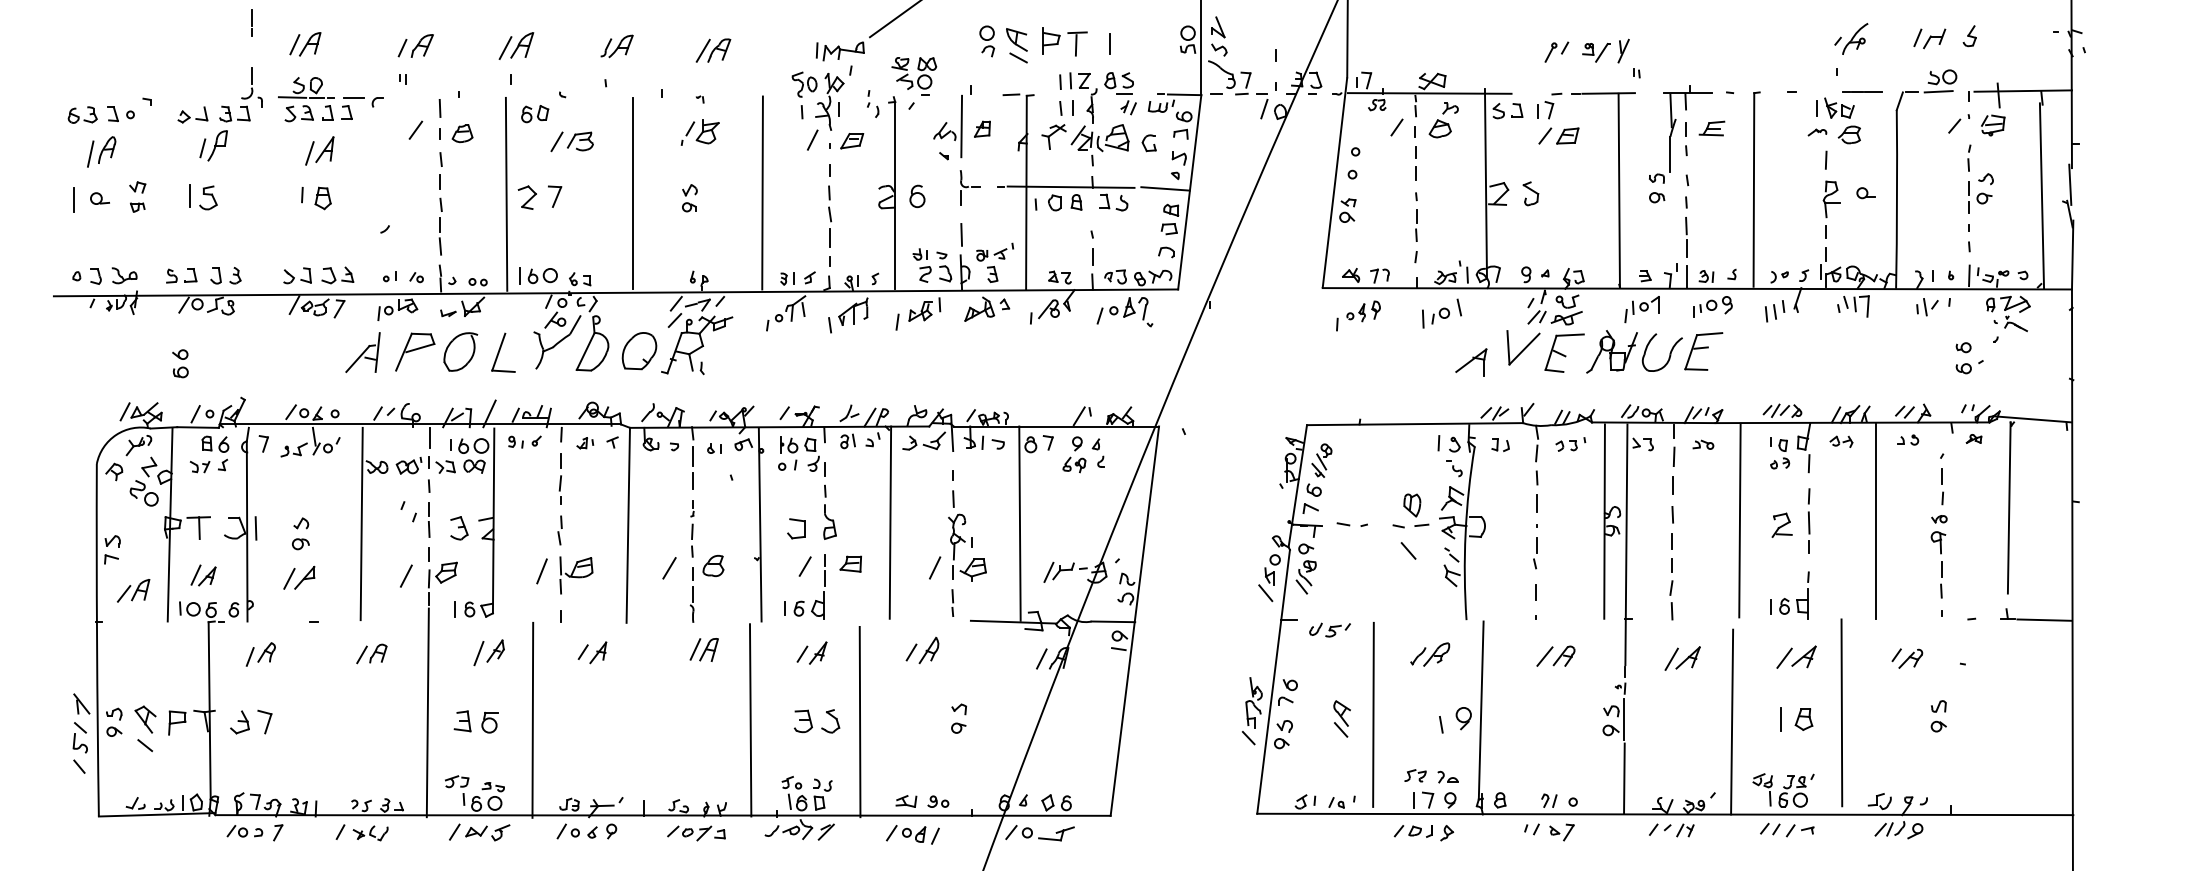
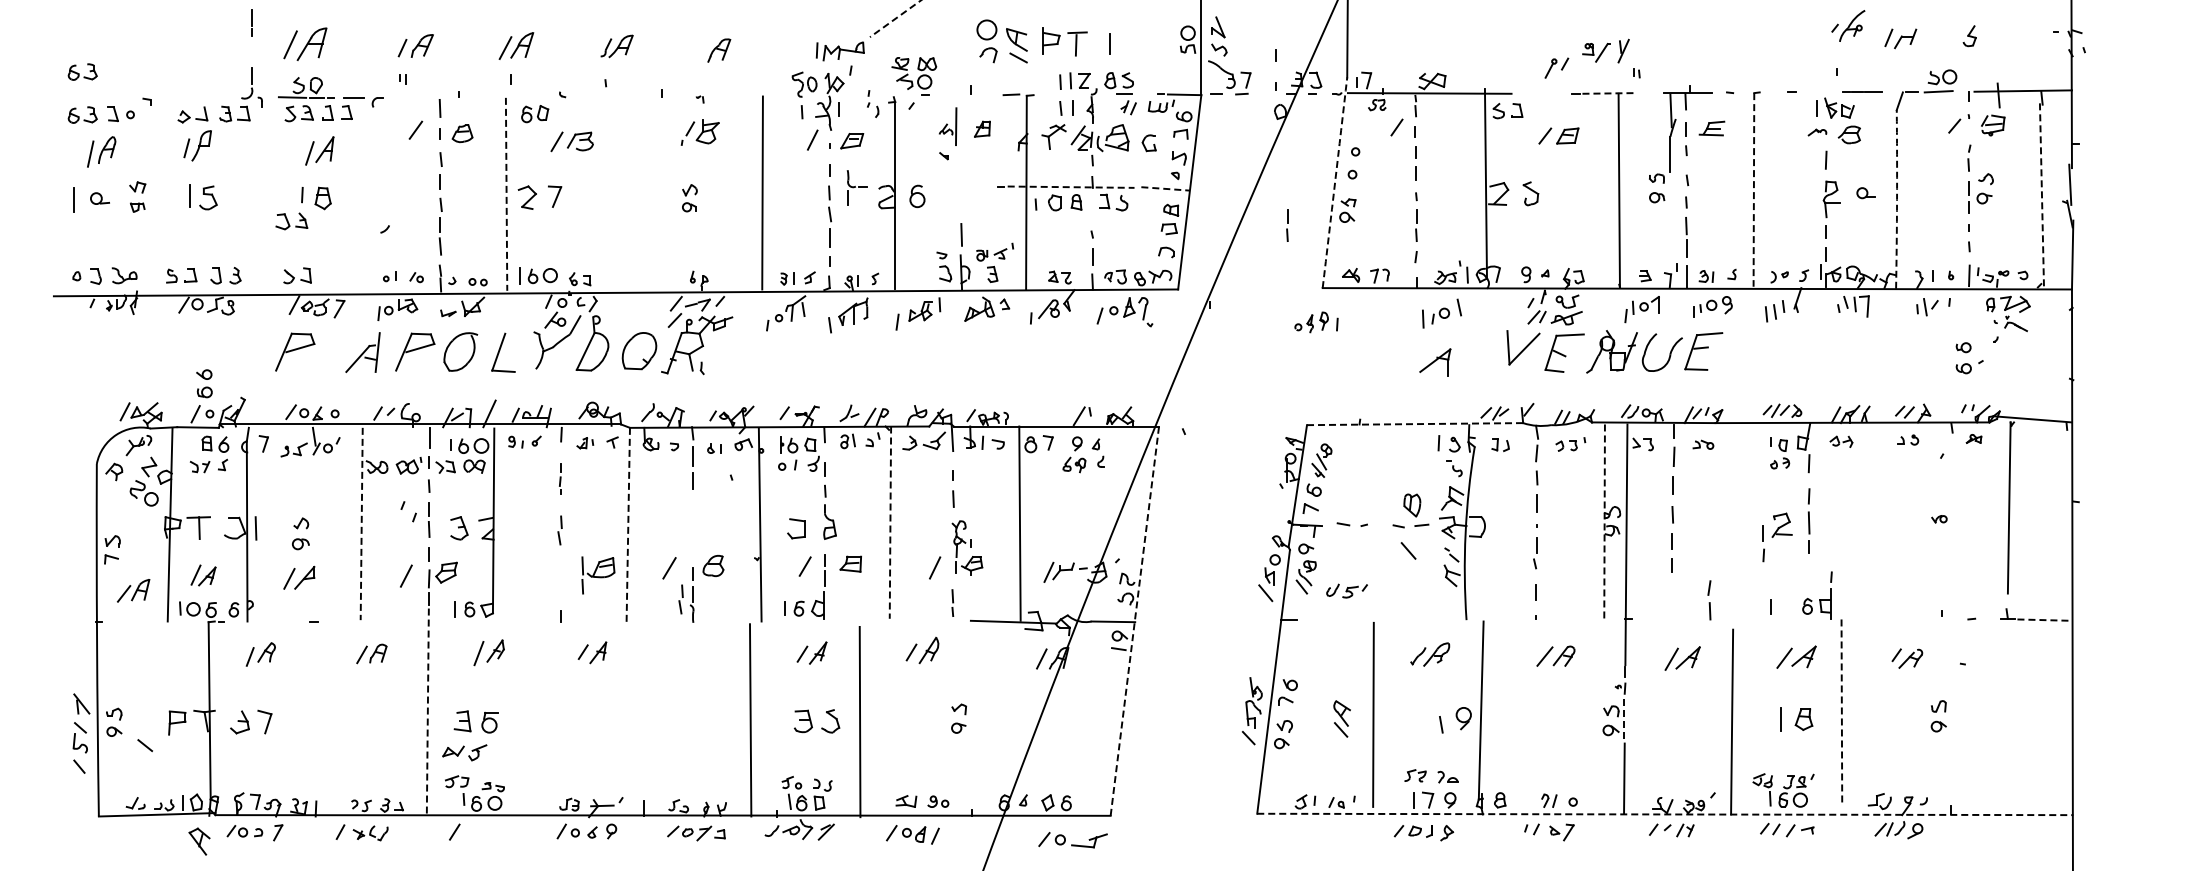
line at (895, 18): solid -> dashed
part at (1851, 38) position: (1851, 38) -> (1848, 25)
part at (1929, 38) position: (1929, 38) -> (1900, 38)
part at (987, 41) size: 17x33 px -> 22x45 px
part at (305, 44) size: 33x25 px -> 45x34 px
line at (702, 50): present -> none
part at (1556, 51) position: (1556, 51) -> (1556, 67)
part at (82, 71): none -> present
line at (1609, 93): solid -> dashed
part at (1549, 105): present -> none
part at (1262, 106): present -> none
part at (1443, 120): present -> none
part at (947, 126) size: 30x64 px -> 19x39 px
part at (213, 145) position: (213, 145) -> (197, 145)
arc at (1335, 182): solid -> dashed
part at (969, 187) position: (969, 187) -> (856, 187)
line at (1071, 187): solid -> dashed
line at (1166, 188): solid -> dashed
line at (1753, 189): solid -> dashed
line at (633, 193): present -> none
line at (506, 194): solid -> dashed
line at (2041, 196): solid -> dashed
arc at (1897, 199): solid -> dashed
line at (1287, 223): none -> present
part at (921, 265): present -> none
part at (337, 275) position: (337, 275) -> (291, 221)
part at (1363, 311) position: (1363, 311) -> (1311, 322)
part at (295, 351): none -> present
part at (1471, 362) position: (1471, 362) -> (1435, 362)
part at (180, 363) position: (180, 363) -> (204, 383)
line at (1415, 424): solid -> dashed
part at (559, 478) size: 4x52 px -> 3x32 px
part at (1942, 486) position: (1942, 486) -> (1763, 543)
line at (1739, 520): present -> none
line at (1875, 520): present -> none
line at (1604, 522): solid -> dashed
line at (890, 523): solid -> dashed
line at (361, 524): solid -> dashed
line at (628, 525): solid -> dashed
part at (692, 528): present -> none
part at (967, 547) size: 39x69 px -> 33x56 px
part at (1938, 564): present -> none
line at (541, 571): present -> none
part at (576, 575) position: (576, 575) -> (598, 575)
part at (1794, 595) position: (1794, 595) -> (1817, 595)
part at (680, 599): none -> present
part at (1671, 600) position: (1671, 600) -> (1709, 600)
line at (1134, 620): solid -> dashed
line at (2045, 620): solid -> dashed
part at (1329, 629) position: (1329, 629) -> (1346, 590)
part at (703, 649): present -> none
line at (427, 713): solid -> dashed
line at (1841, 713): solid -> dashed
part at (145, 719) position: (145, 719) -> (199, 841)
line at (532, 719): present -> none
line at (1624, 719): solid -> dashed
line at (1665, 814): solid -> dashed
part at (487, 832) position: (487, 832) -> (464, 752)
part at (1039, 833) position: (1039, 833) -> (1072, 840)
